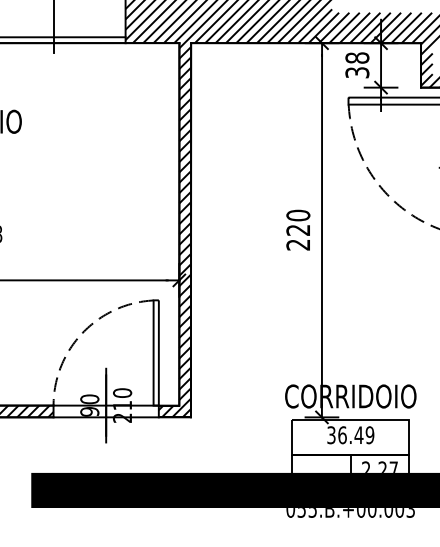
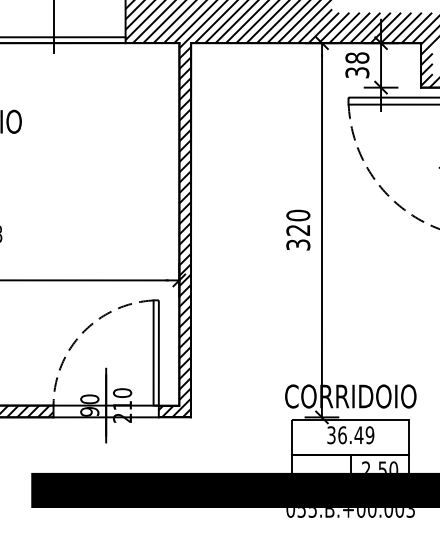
text at (298, 244): 220 -> 320
text at (388, 466): 2.27 -> 2.50
